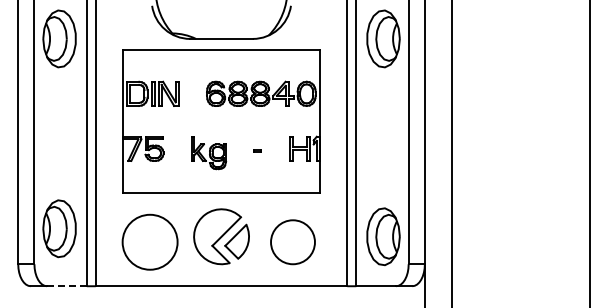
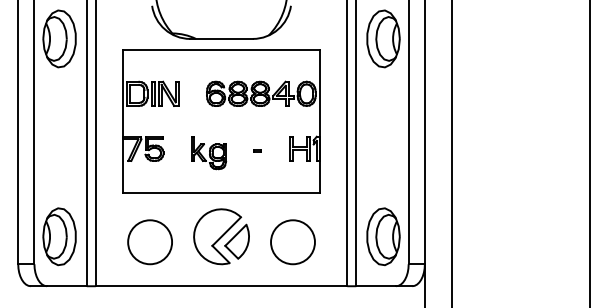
part at (59, 228) position: (59, 228) -> (59, 236)
circle at (149, 241) diameter: 55 px -> 44 px
line at (66, 286): dashed -> solid
